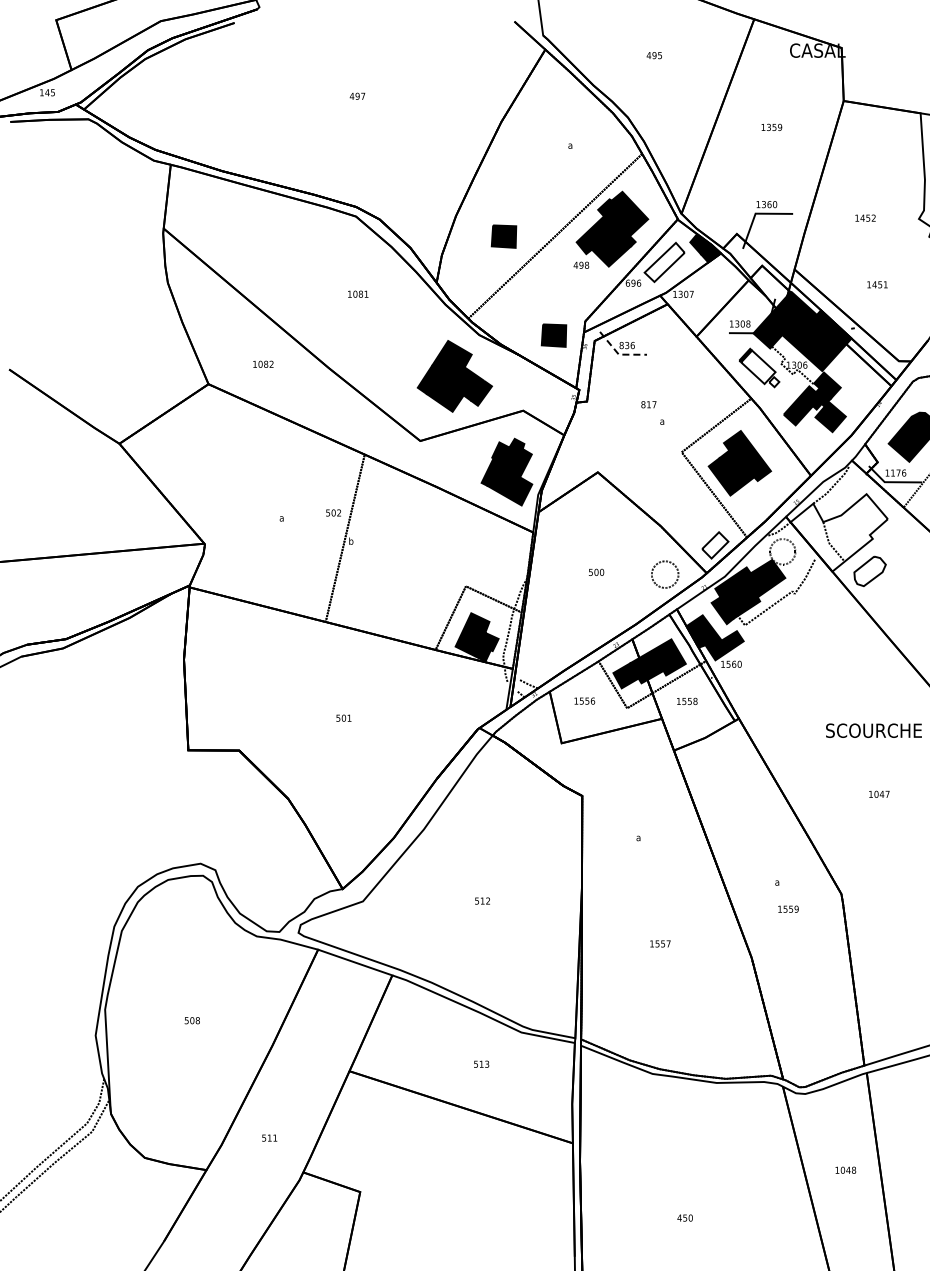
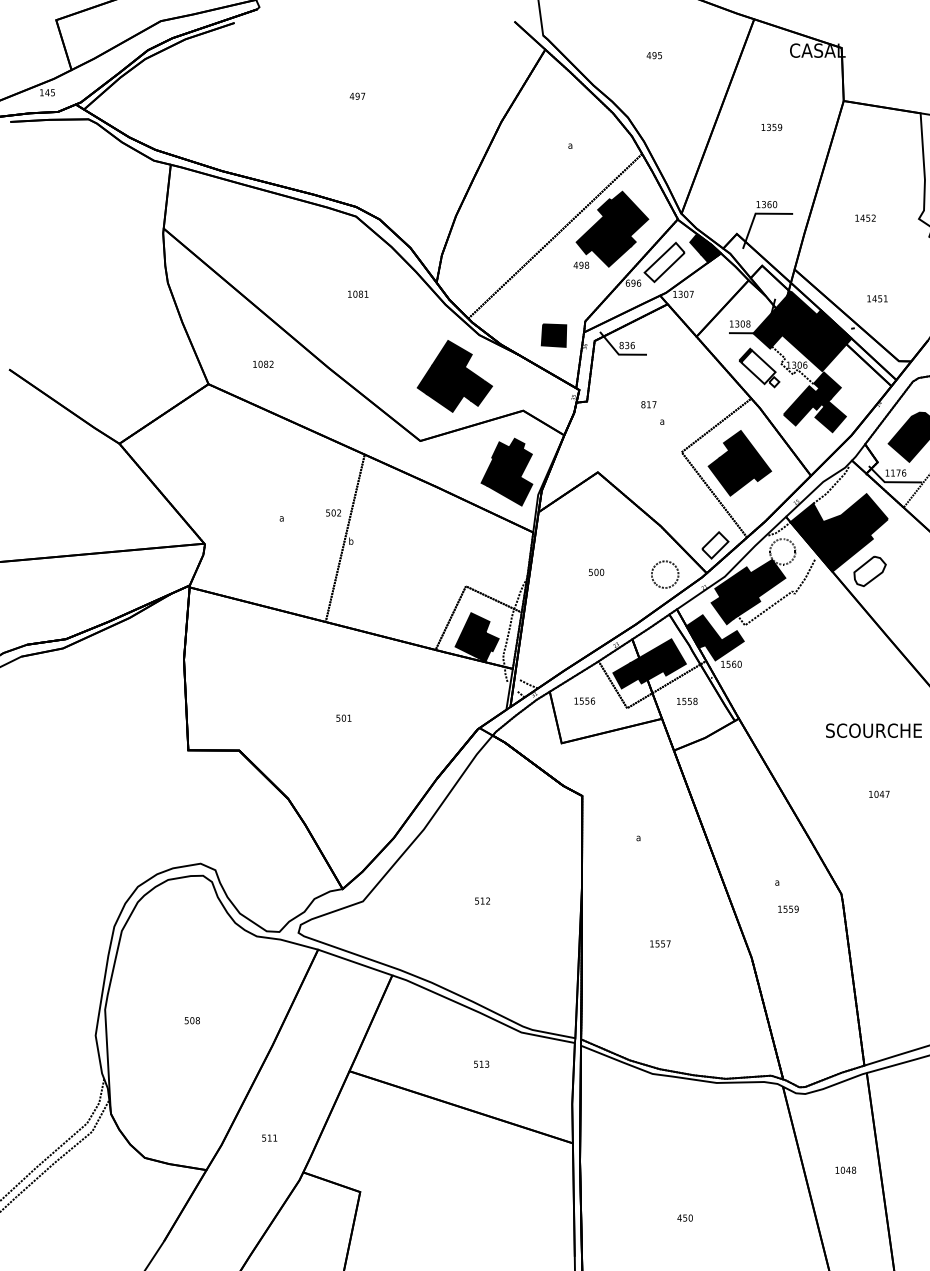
part at (503, 236): present -> none
text at (877, 284) position: (877, 284) -> (877, 298)
line at (618, 354): dashed -> solid
fill at (838, 532): none -> present
